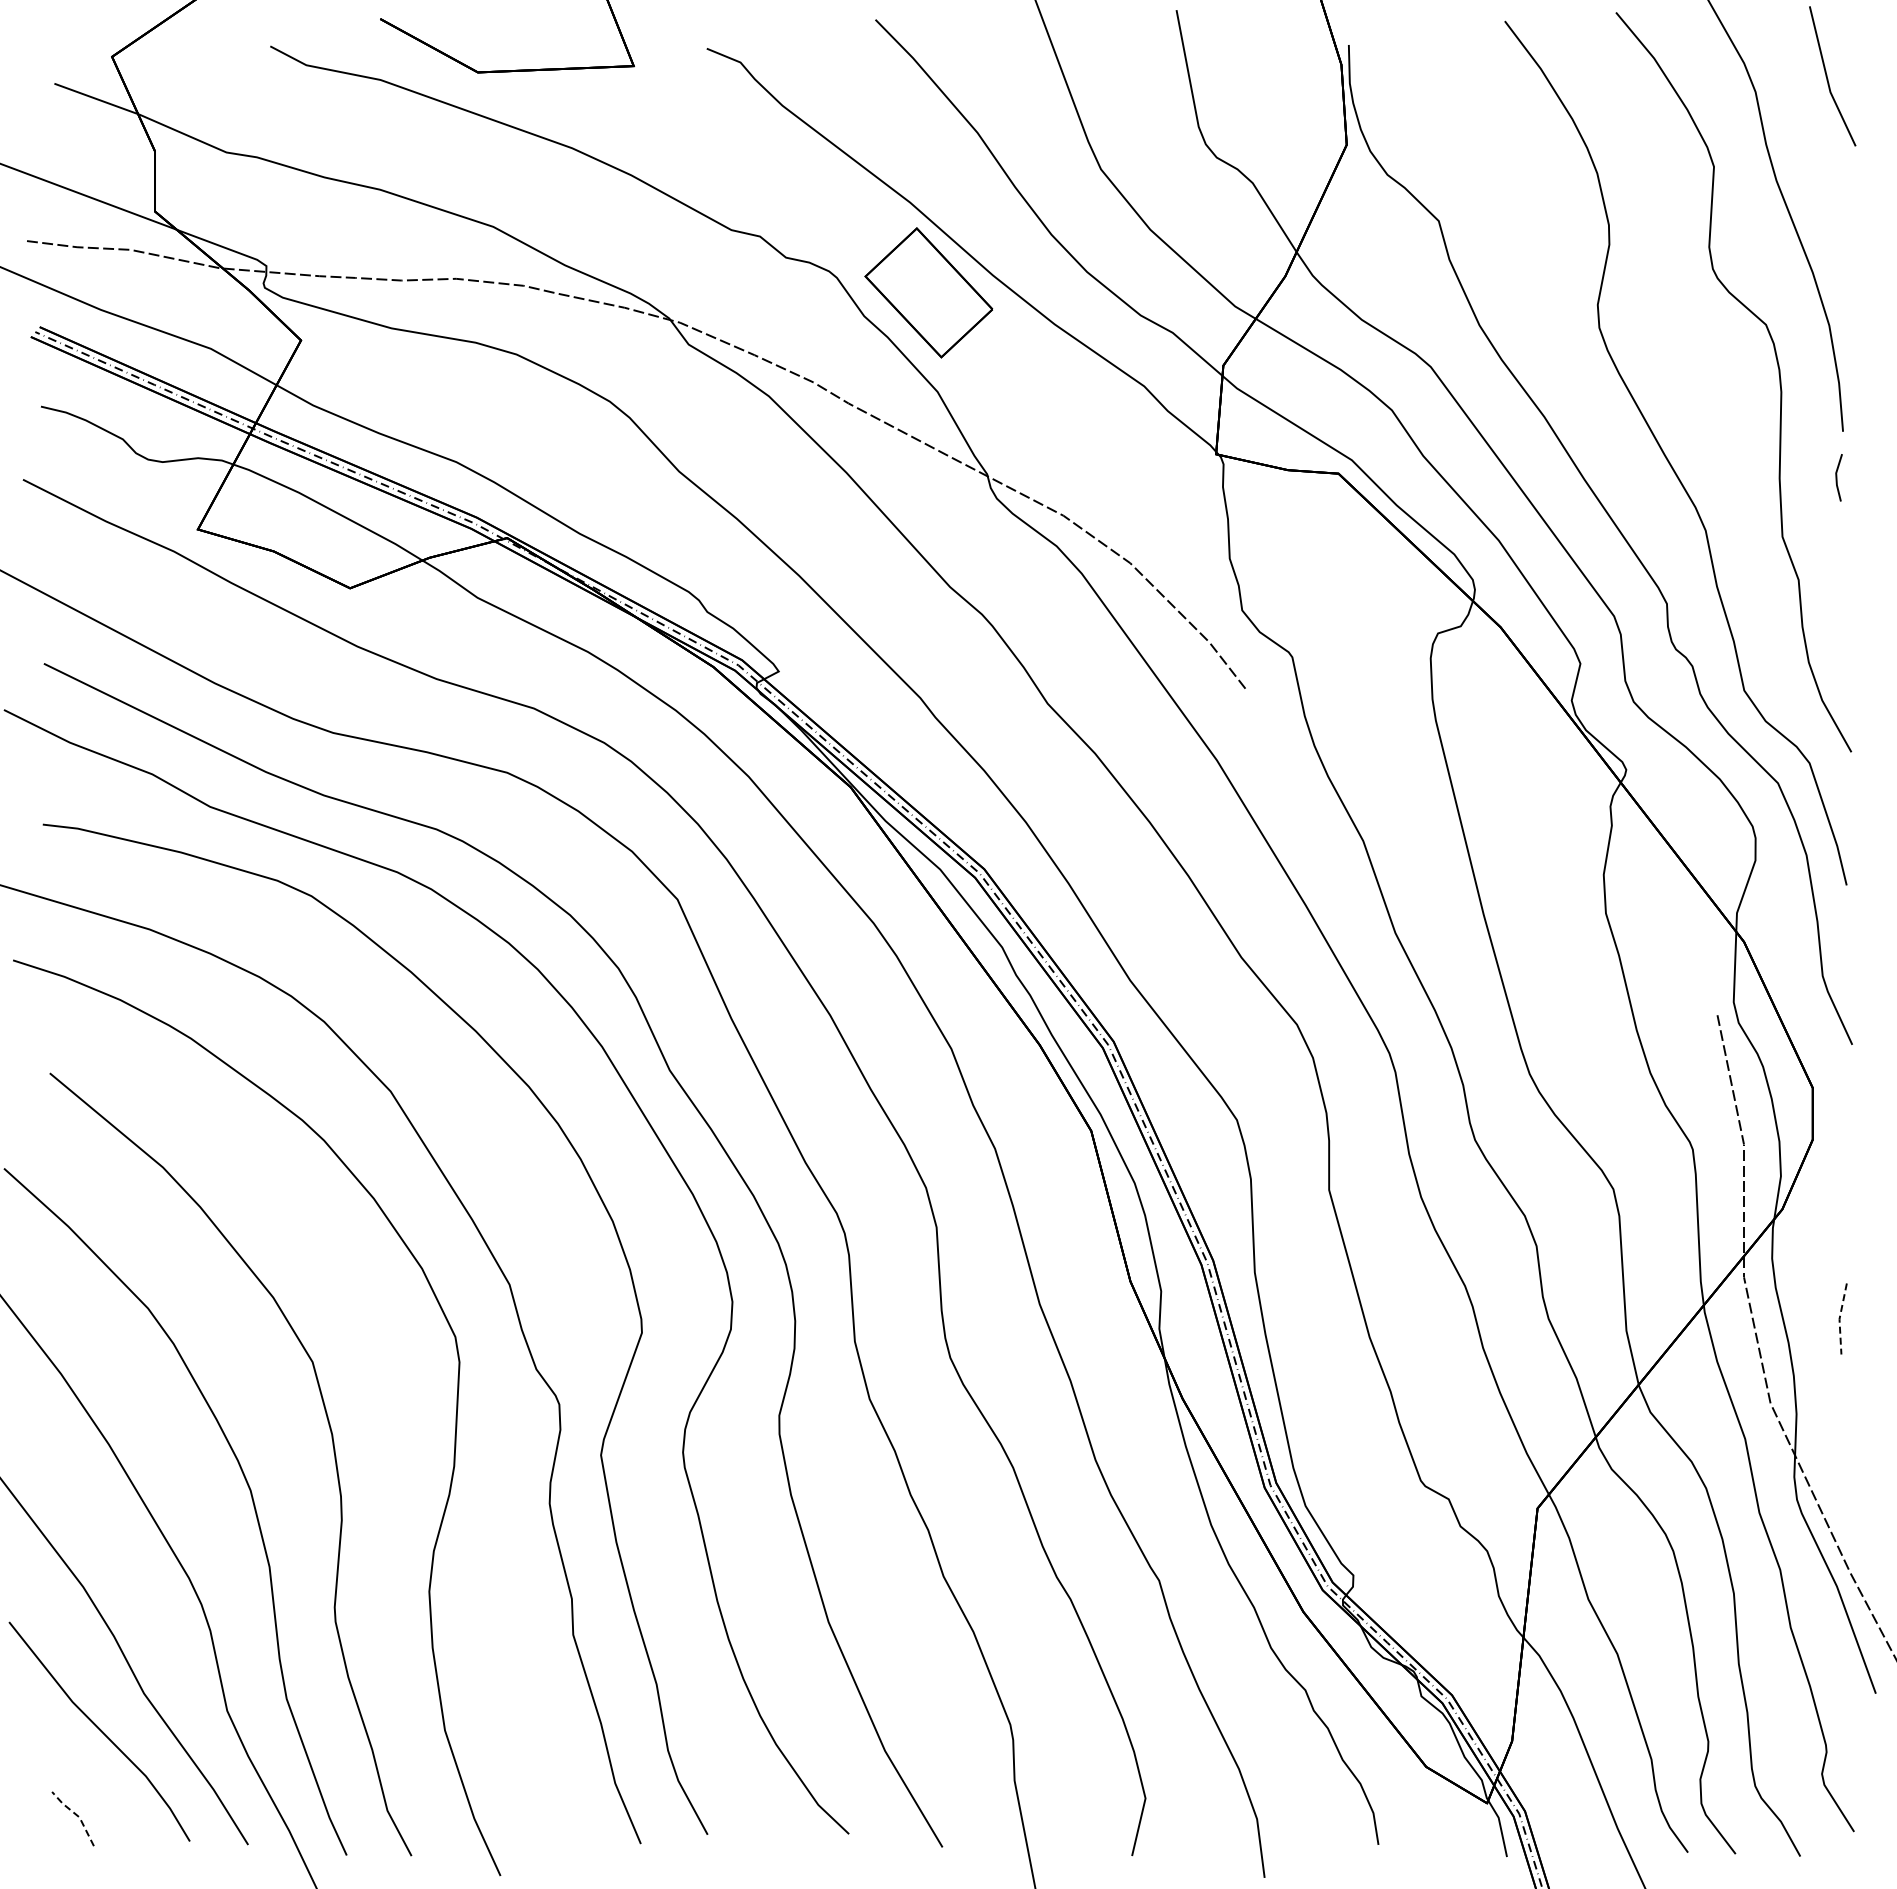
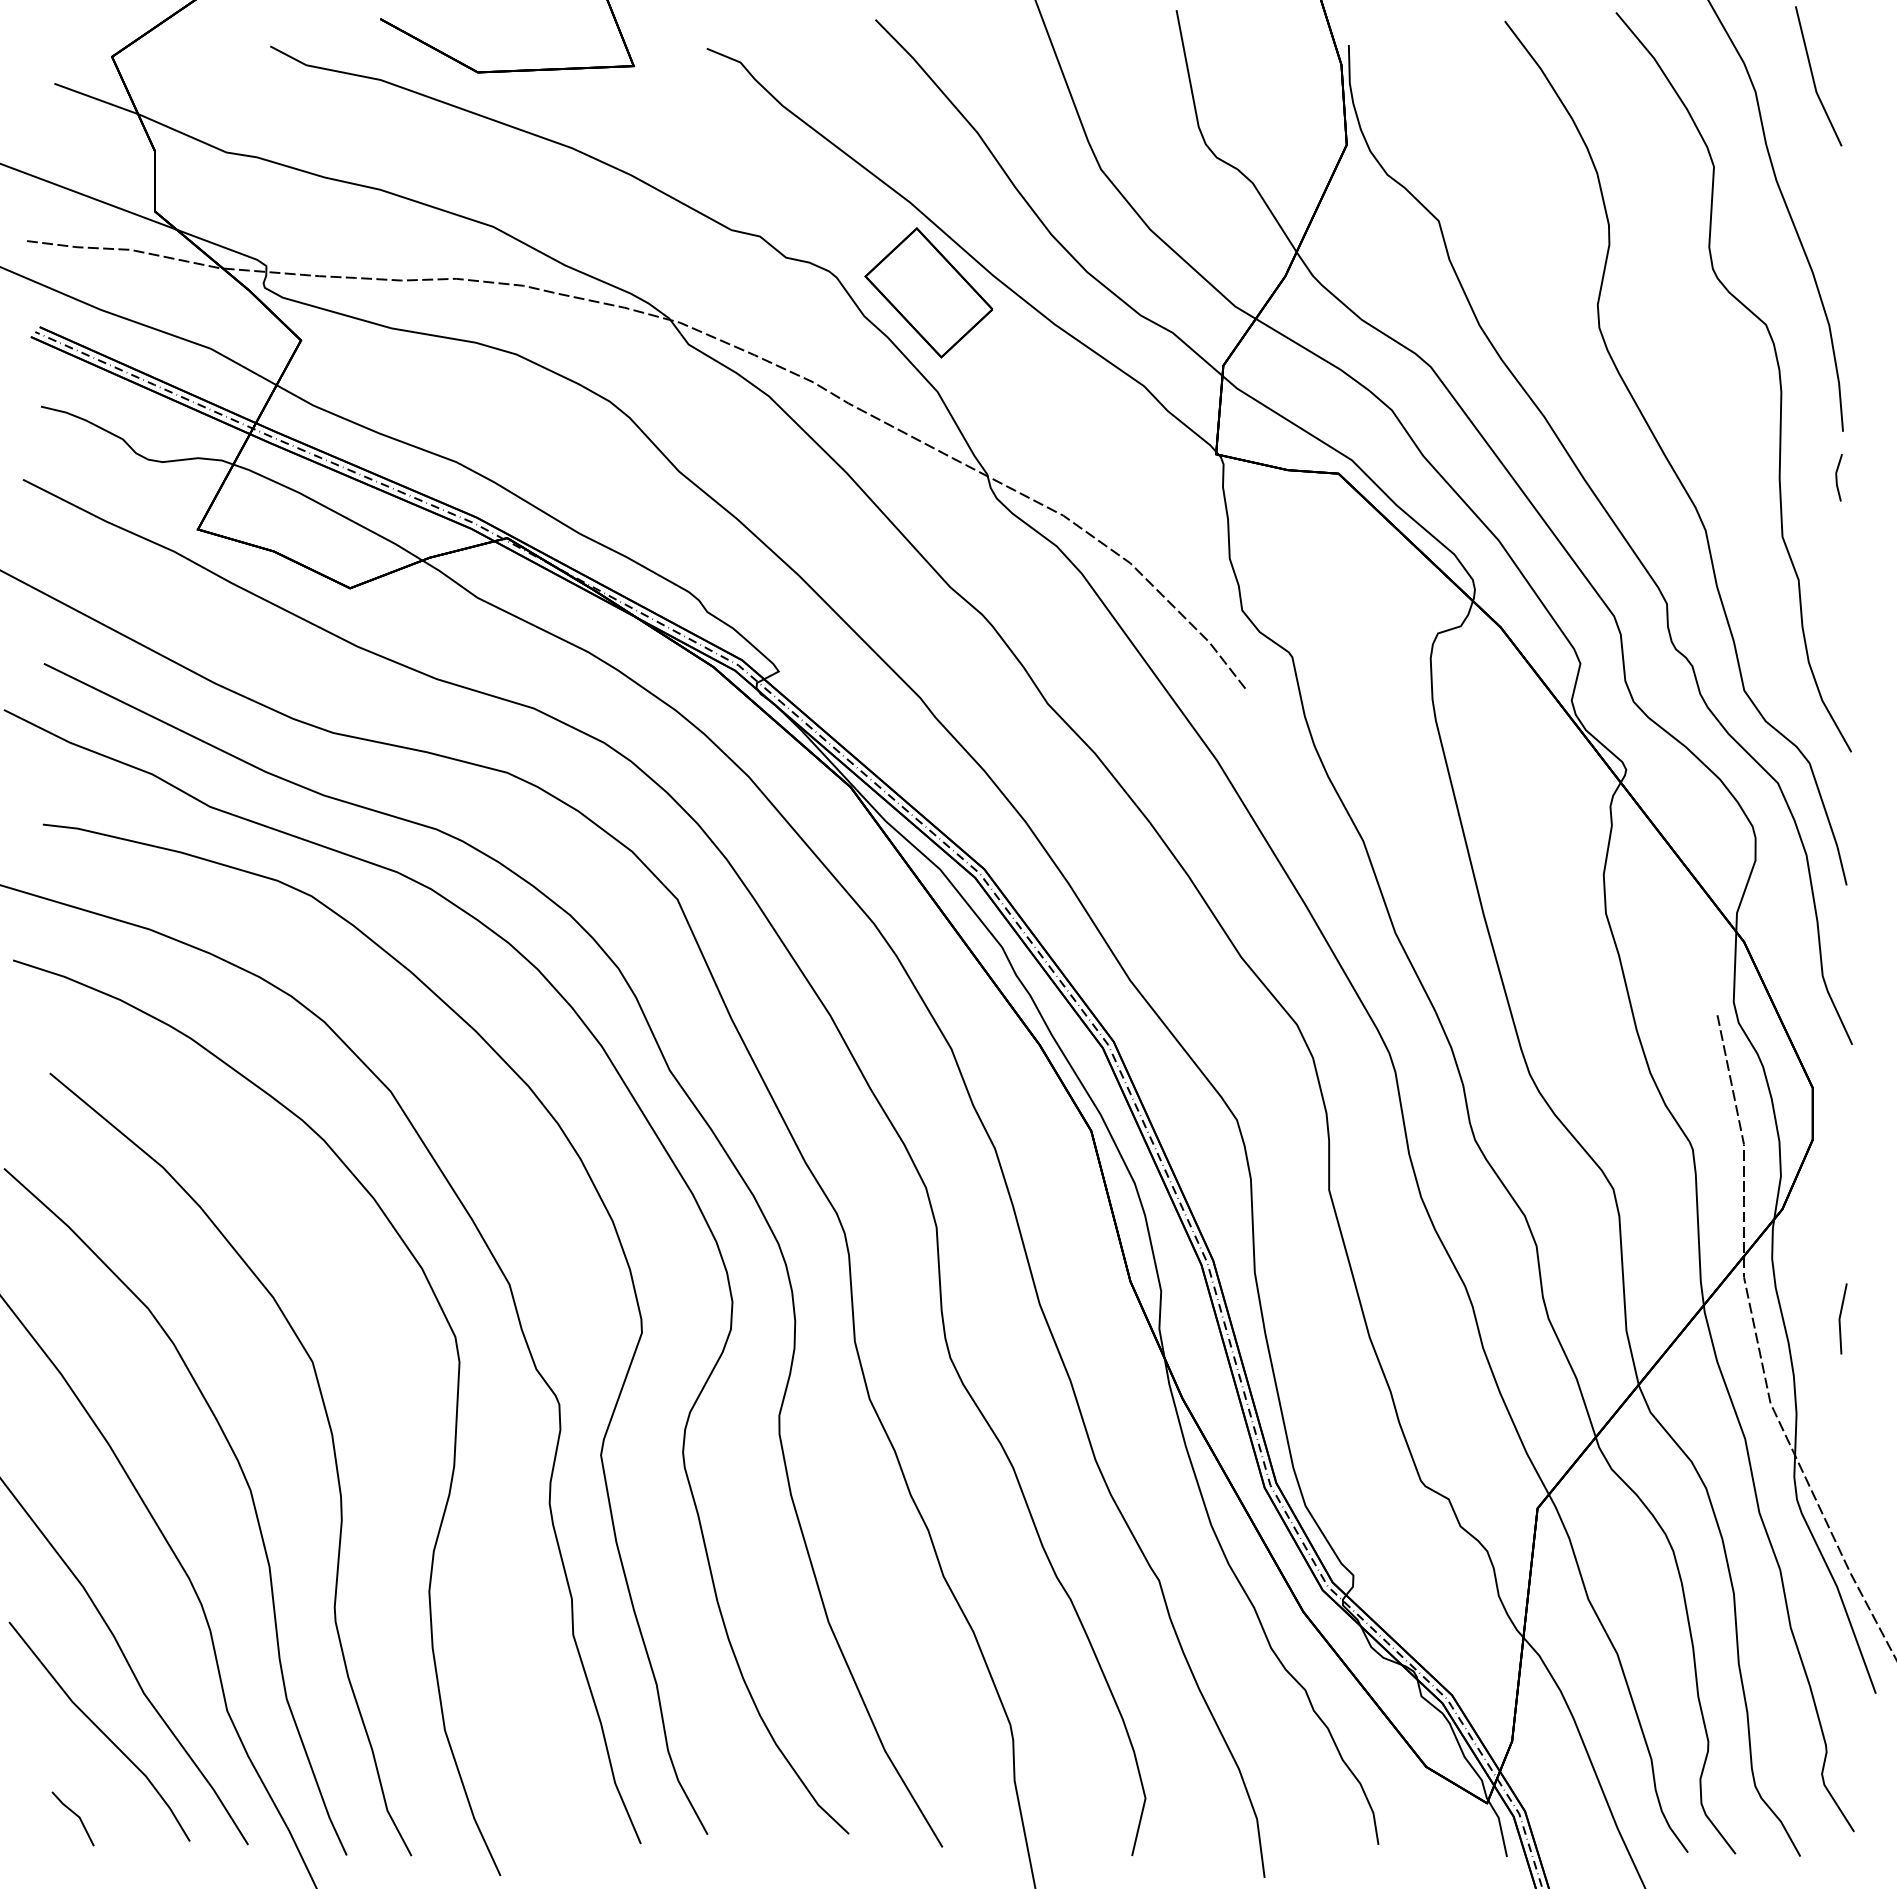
line at (1828, 78) position: (1828, 78) -> (1814, 78)
line at (1839, 1319): dashed -> solid
line at (77, 1815): dashed -> solid
